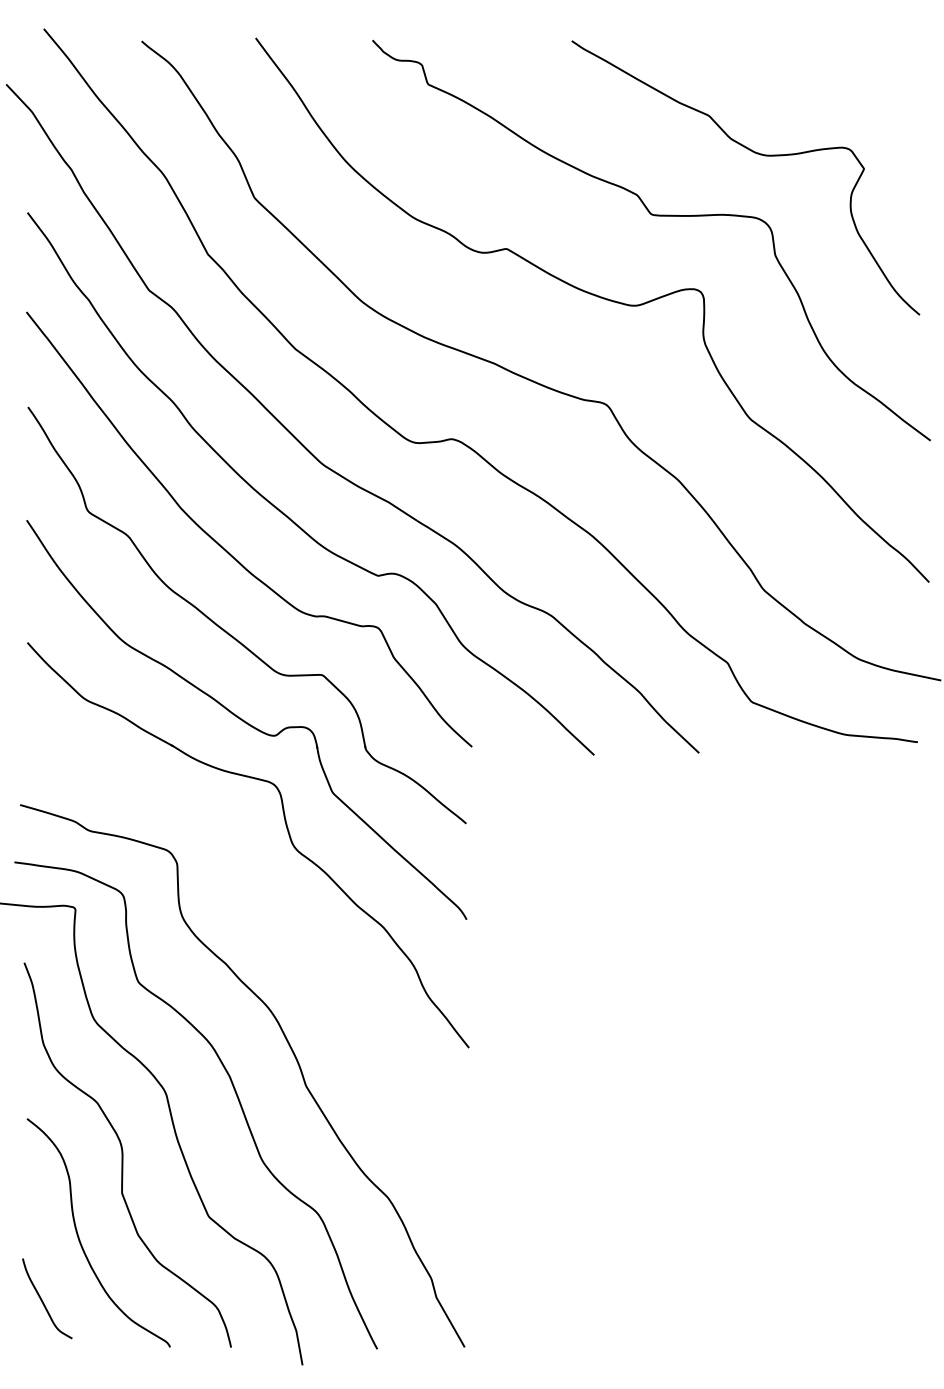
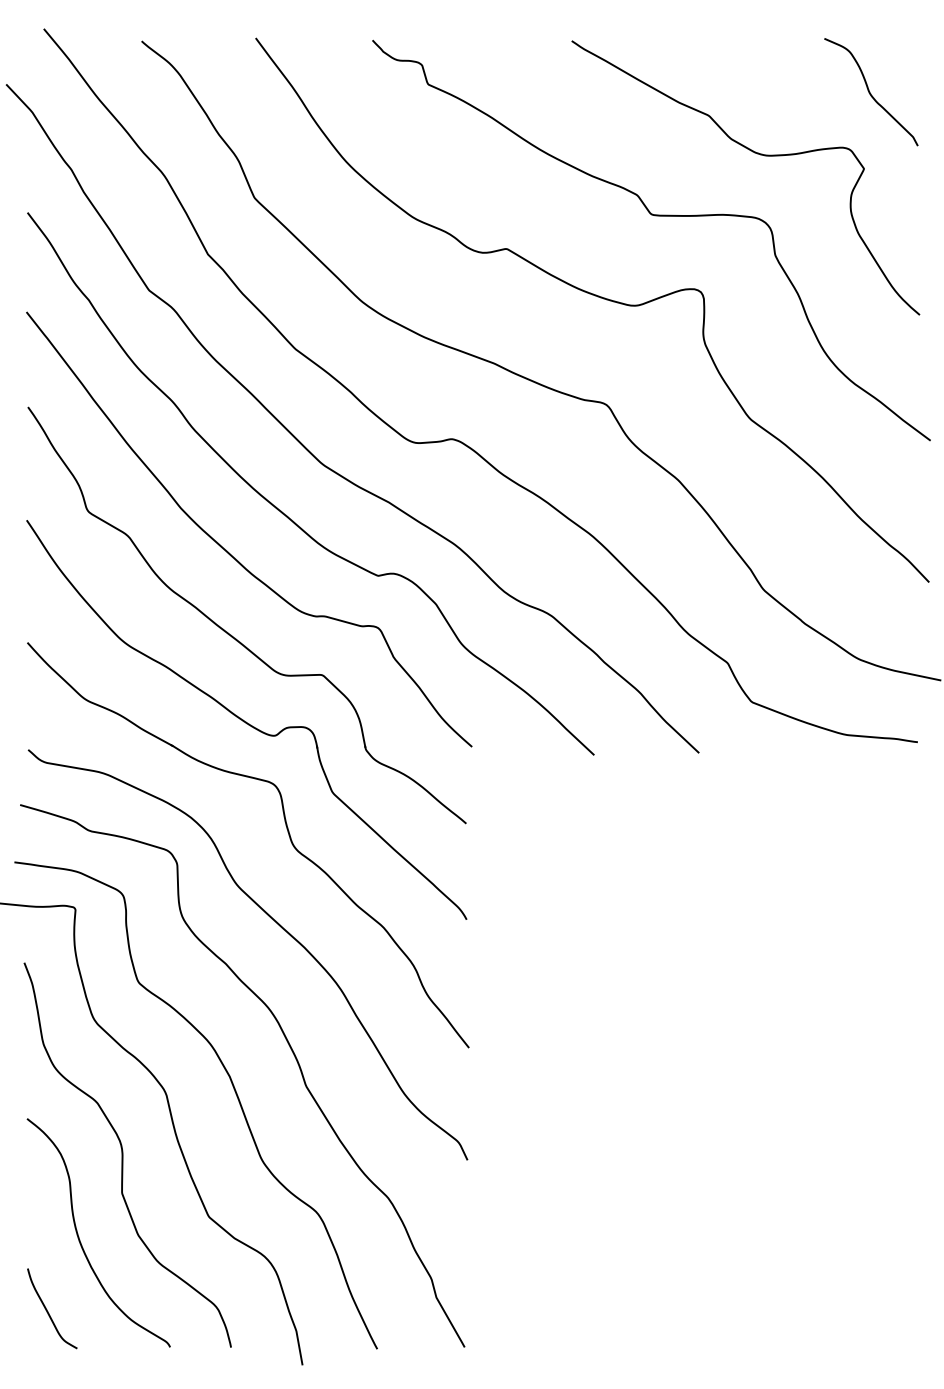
curve at (870, 92): none -> present
curve at (277, 924): none -> present
curve at (43, 1301) position: (43, 1301) -> (48, 1311)
